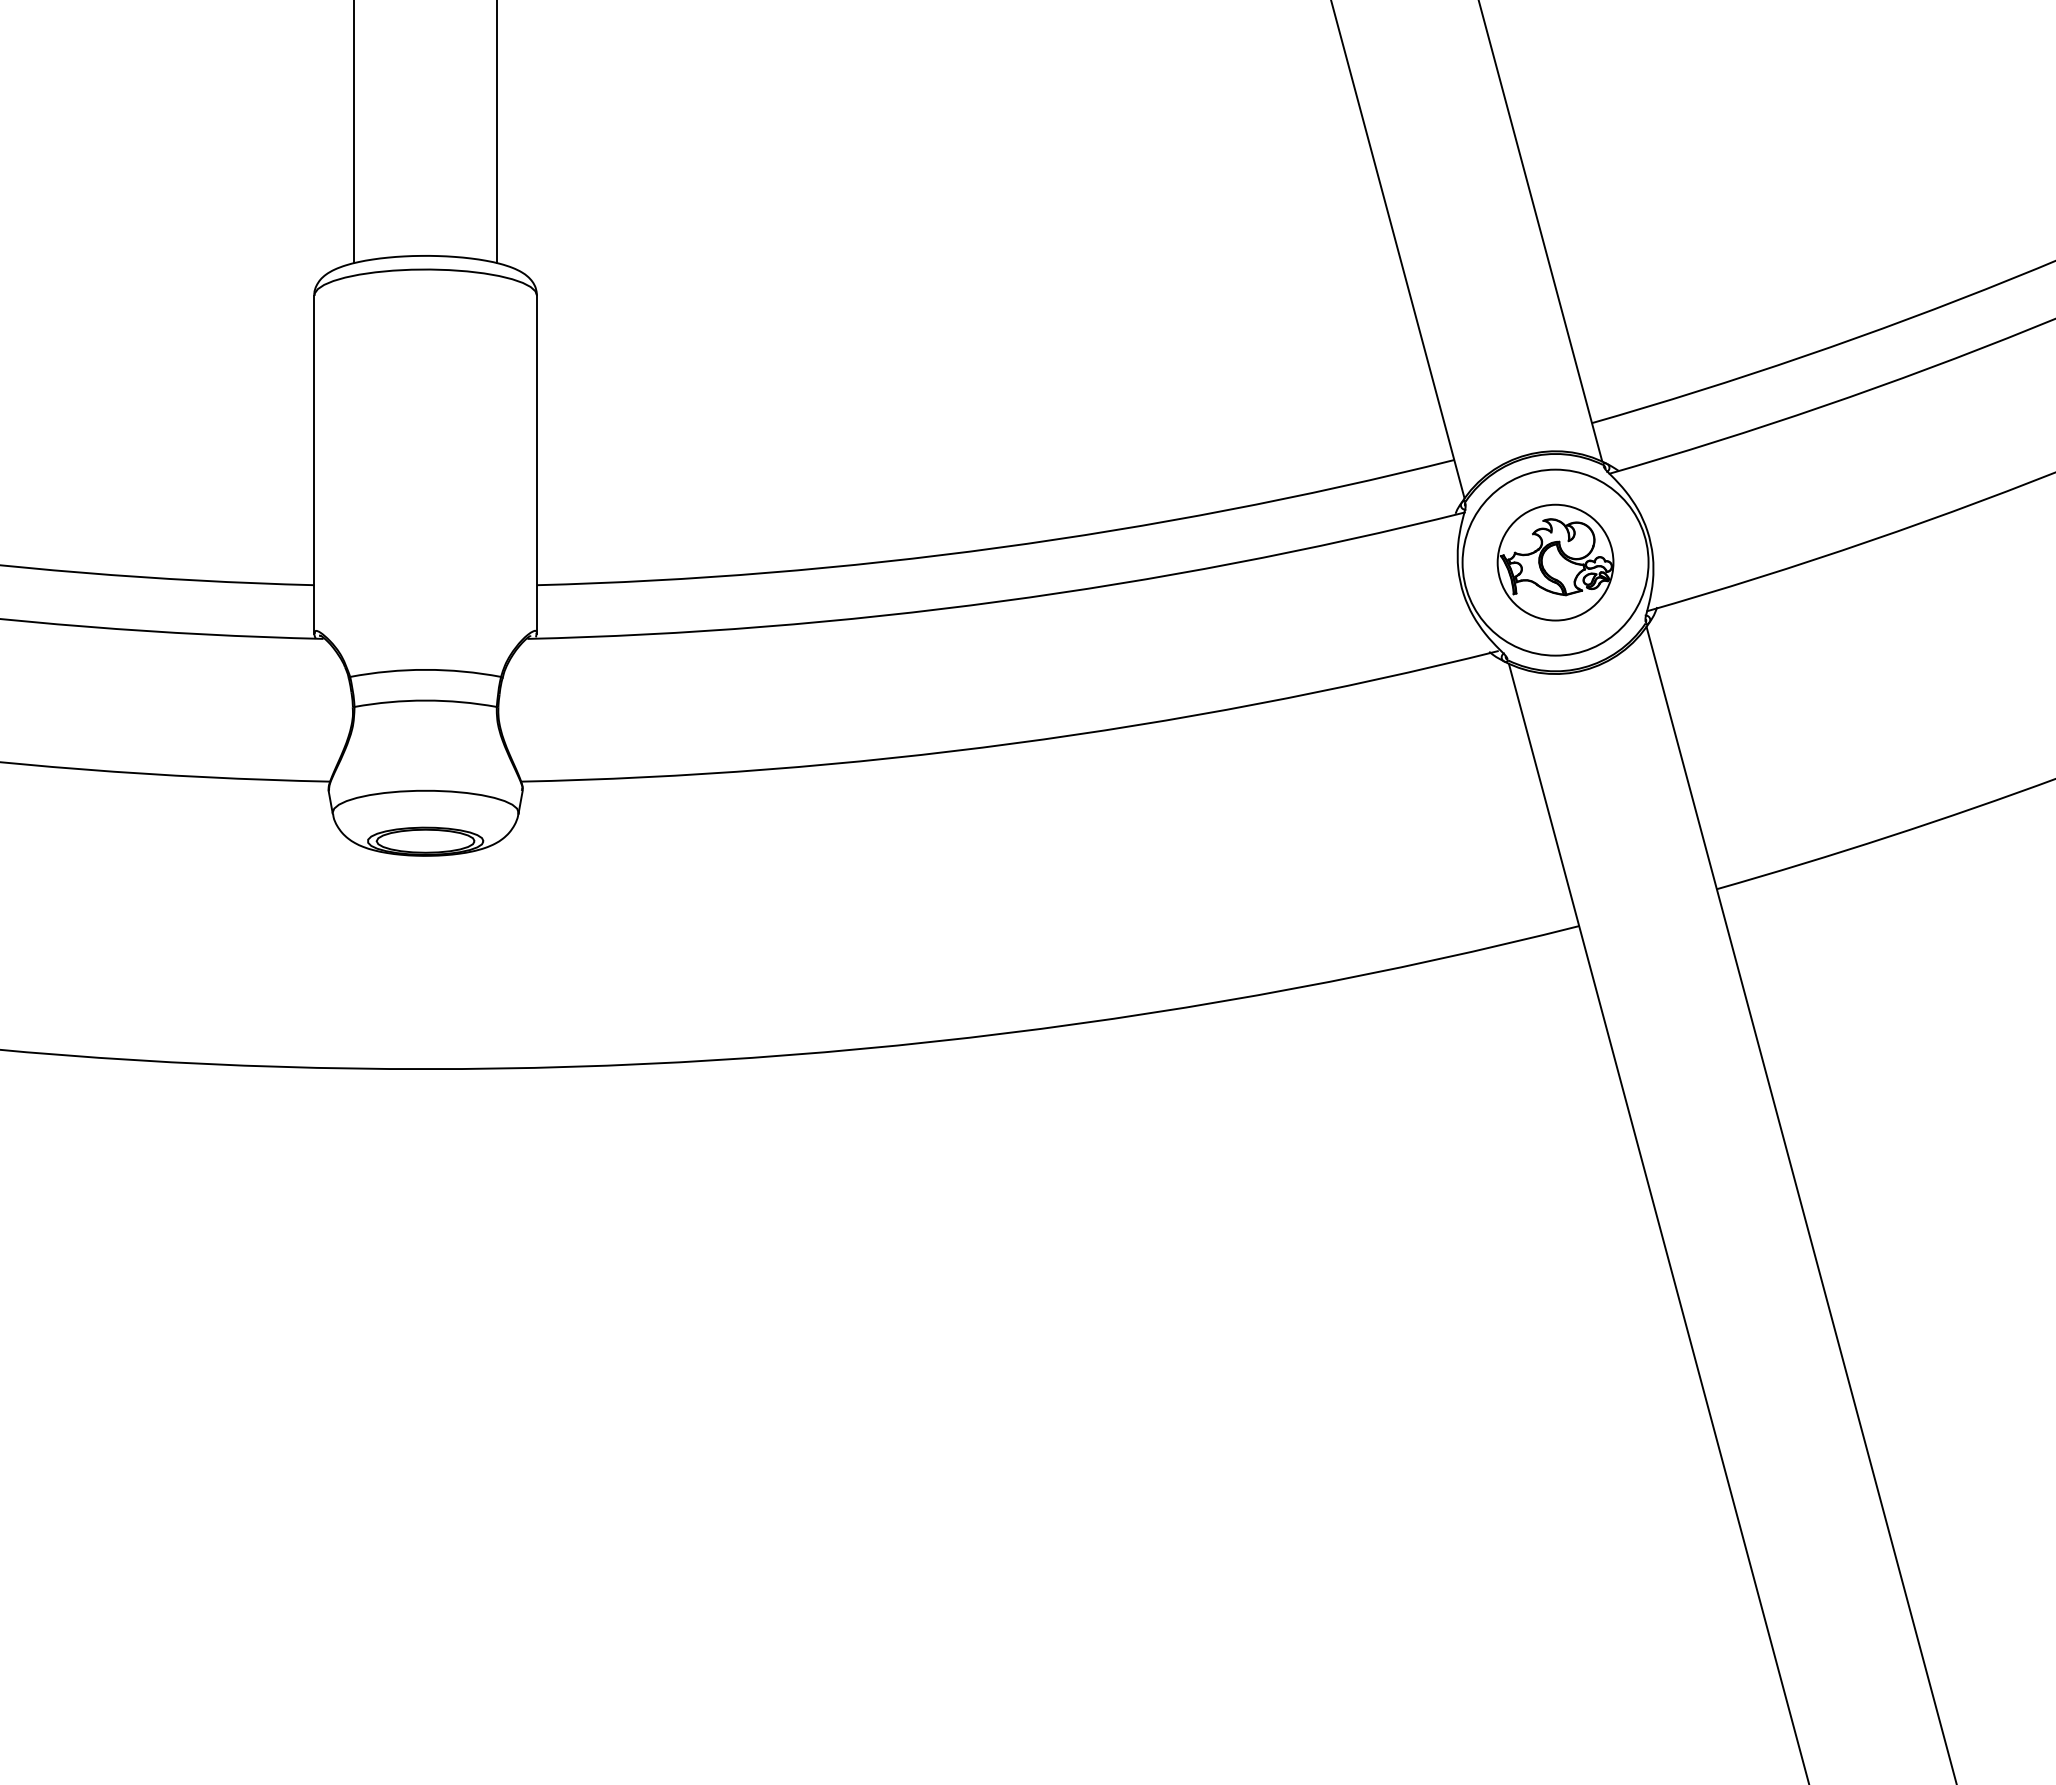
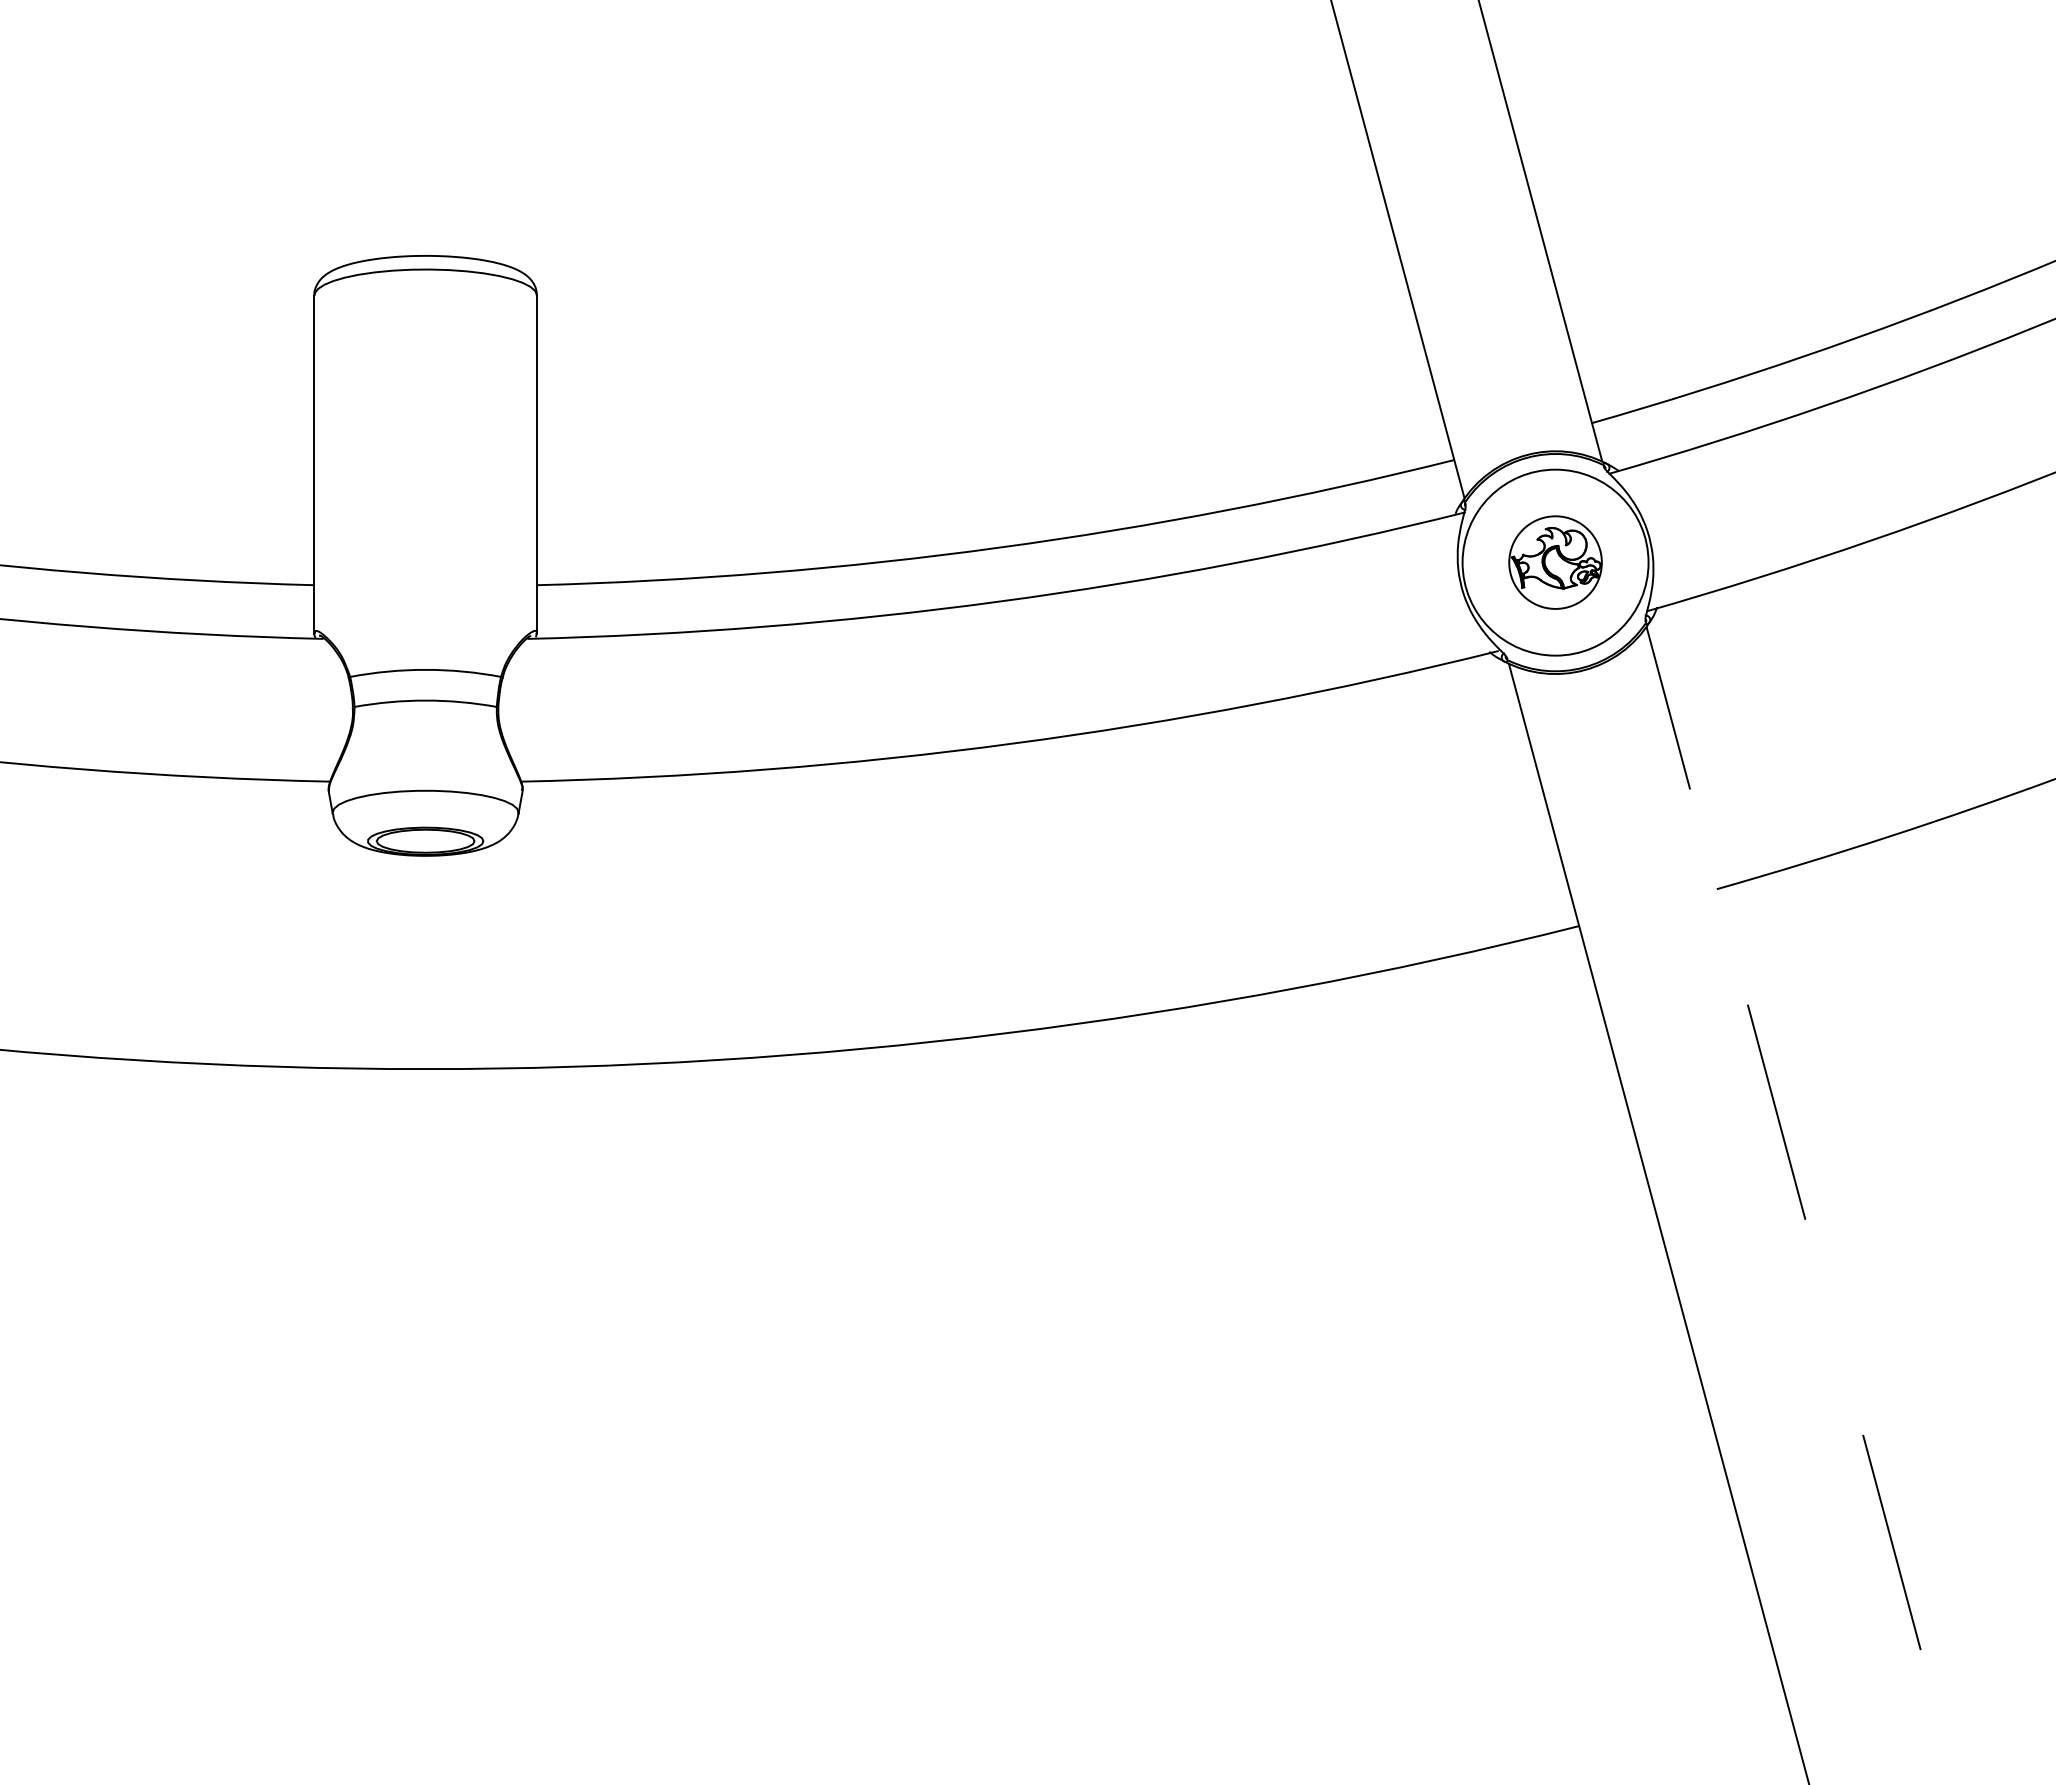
line at (354, 132): present -> none
line at (496, 132): present -> none
part at (1555, 562) size: 119x119 px -> 95x95 px
line at (1801, 1205): solid -> dashed
